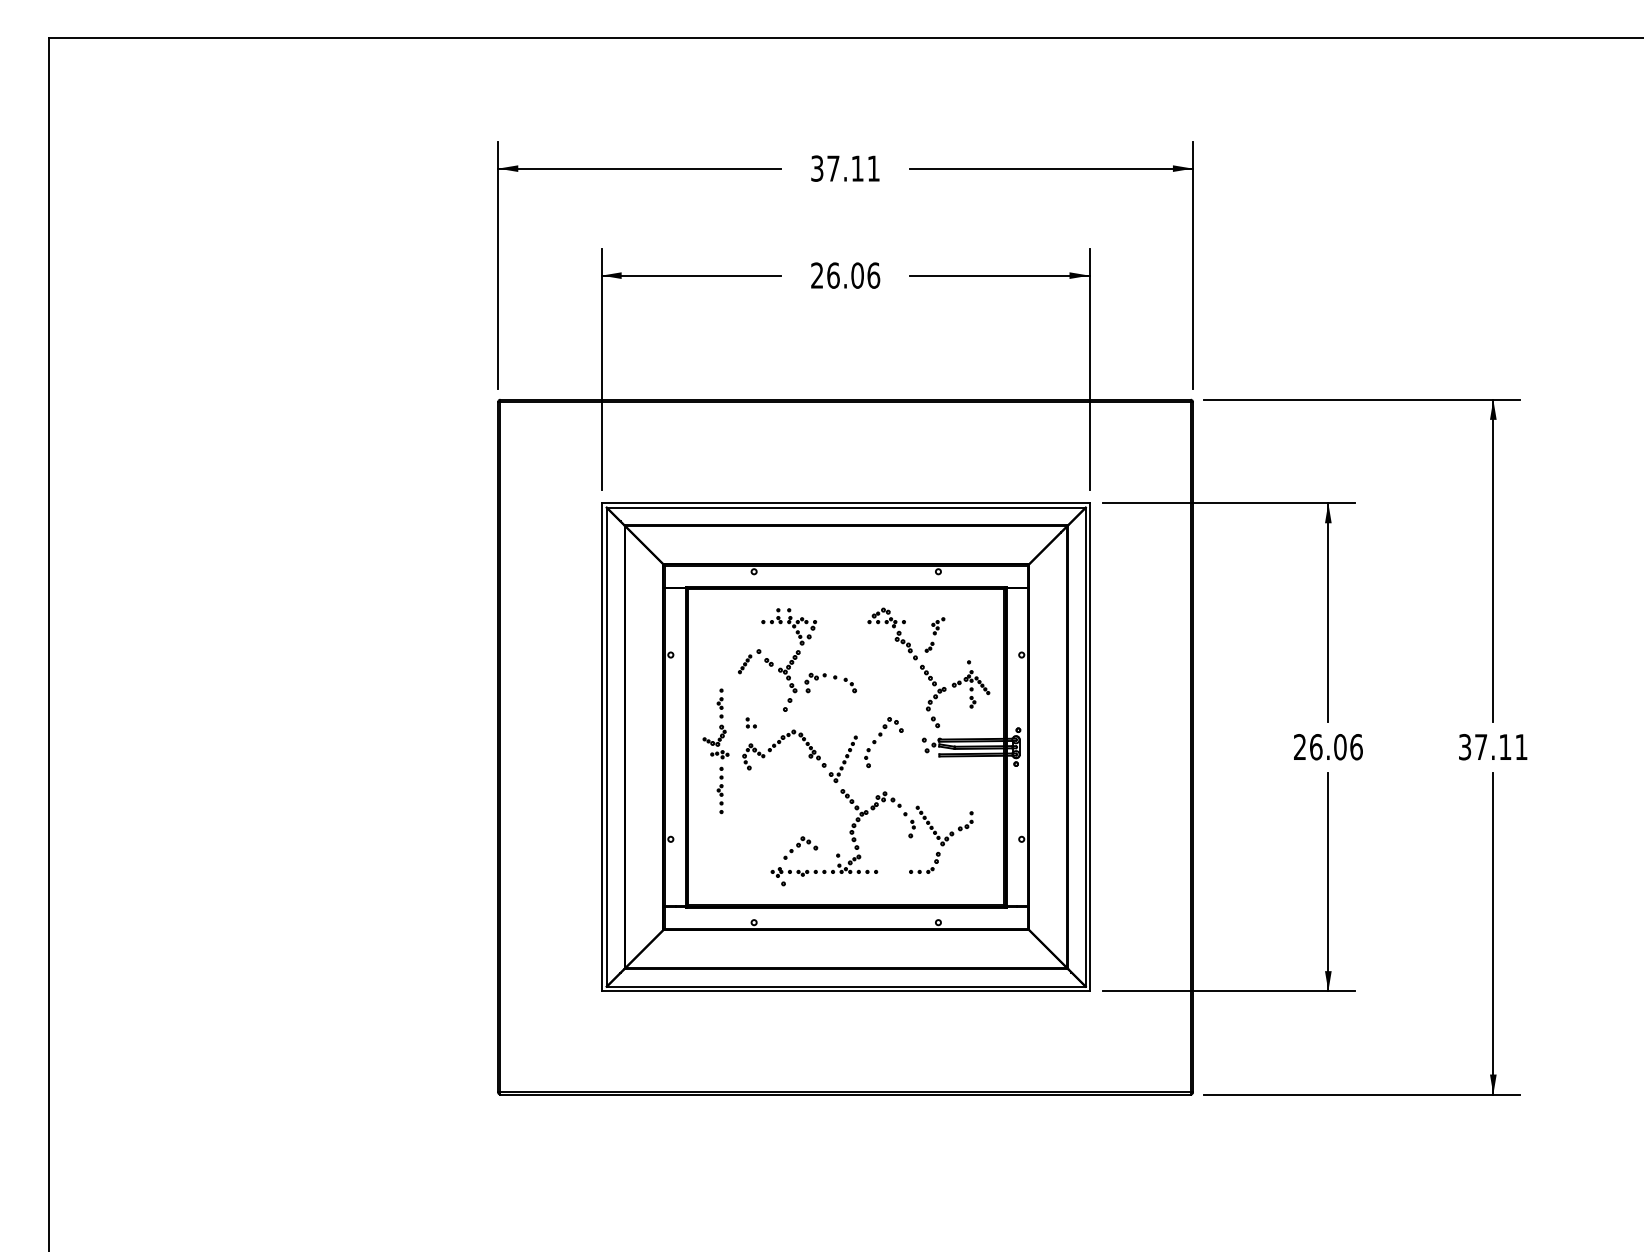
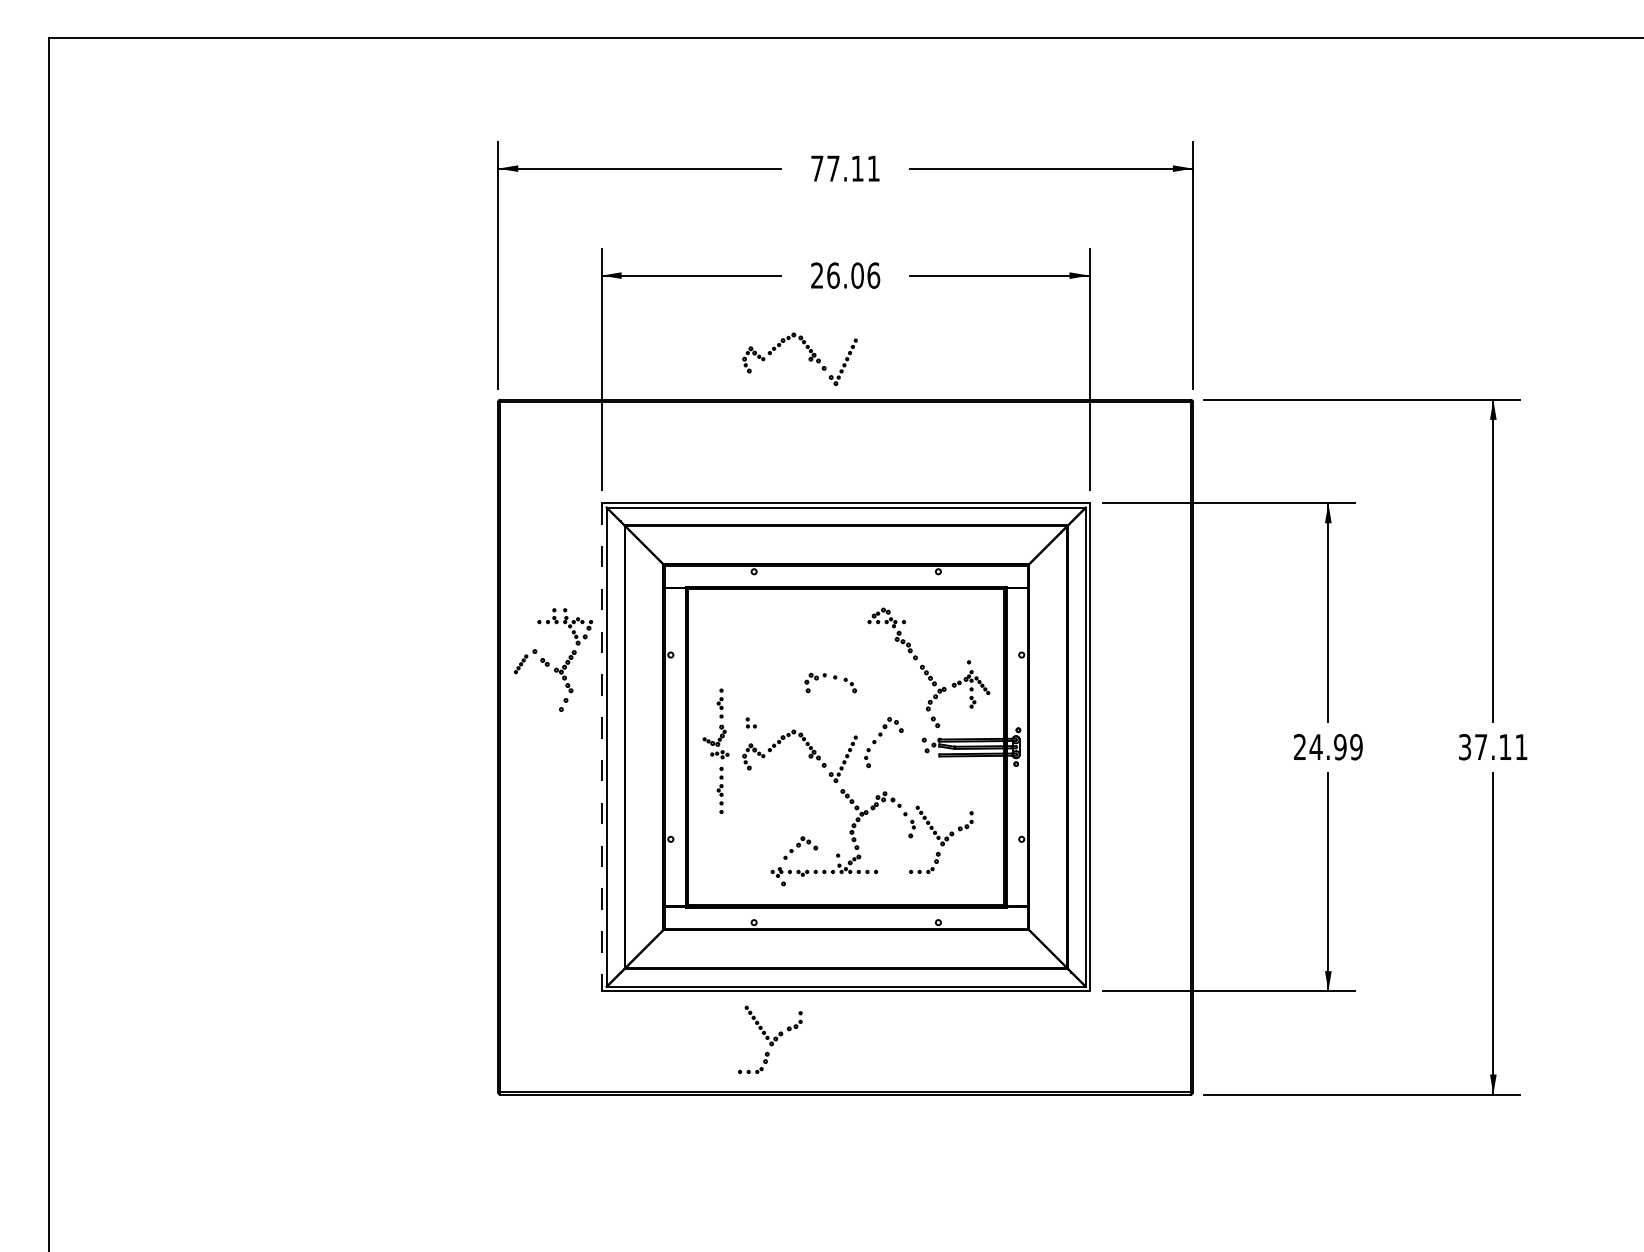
text at (817, 168): 37.11 -> 77.11
part at (808, 358): none -> present
part at (934, 634): present -> none
part at (777, 659) position: (777, 659) -> (553, 659)
line at (601, 747): solid -> dashed
text at (1335, 747): 26.06 -> 24.99
part at (770, 1039): none -> present
